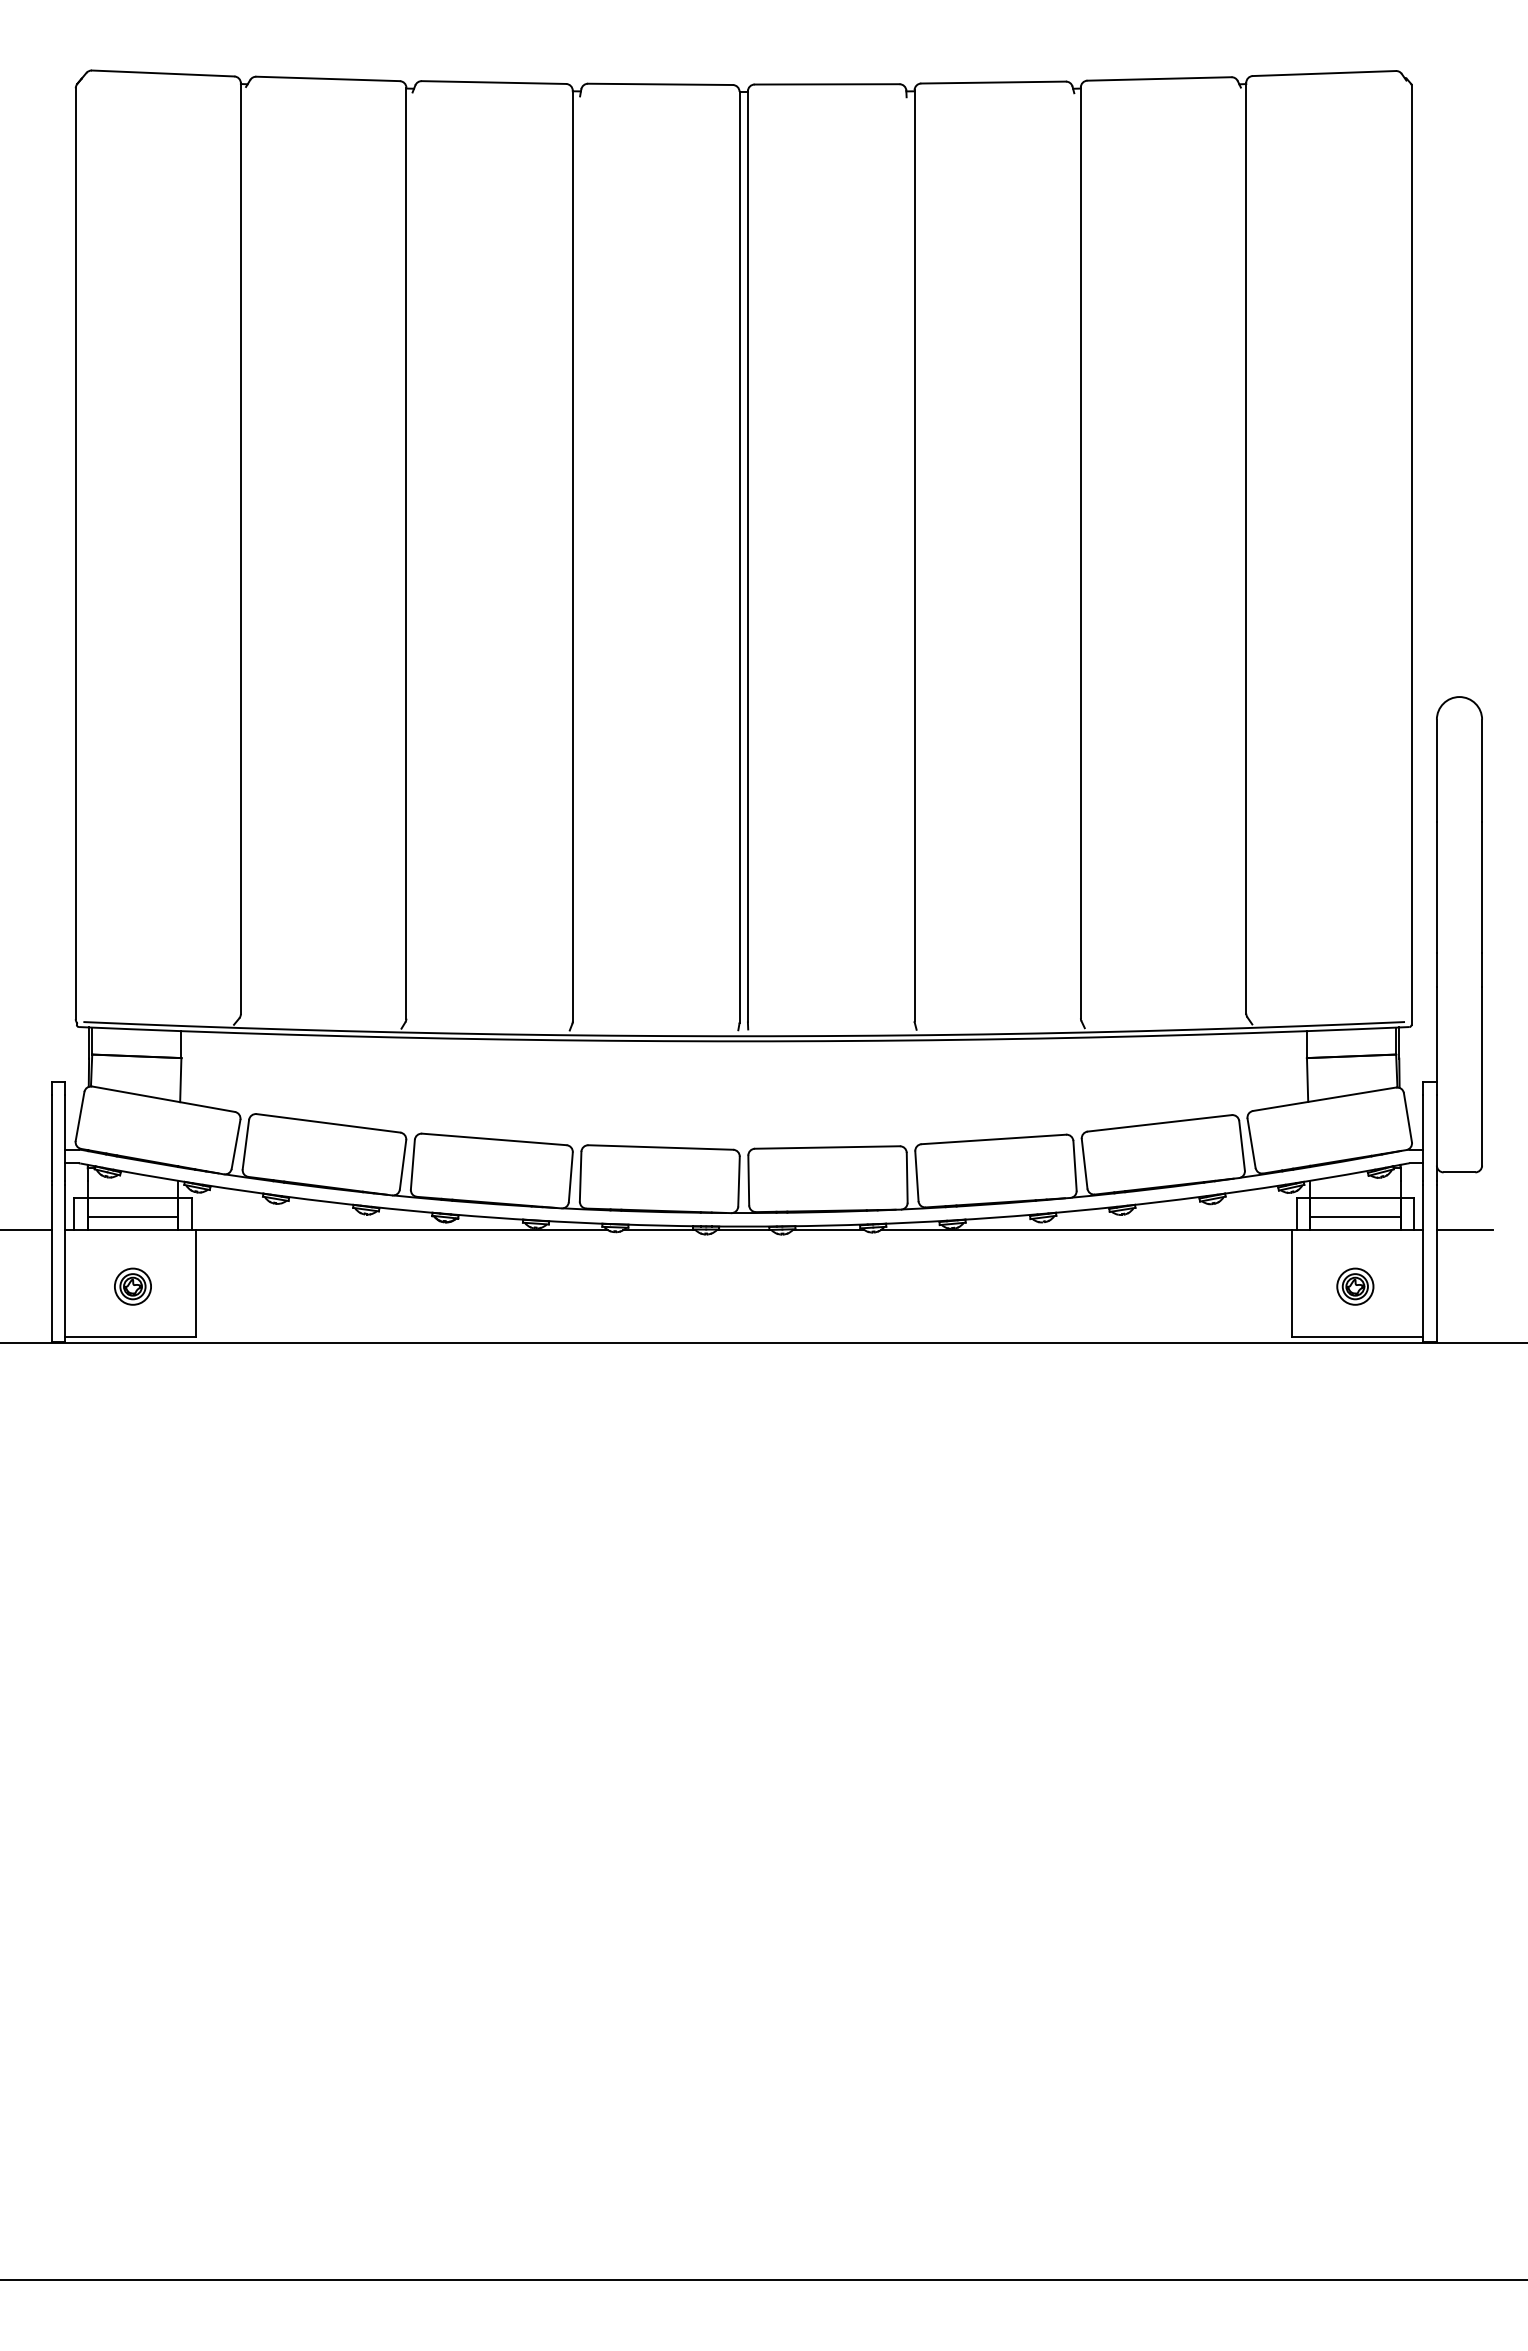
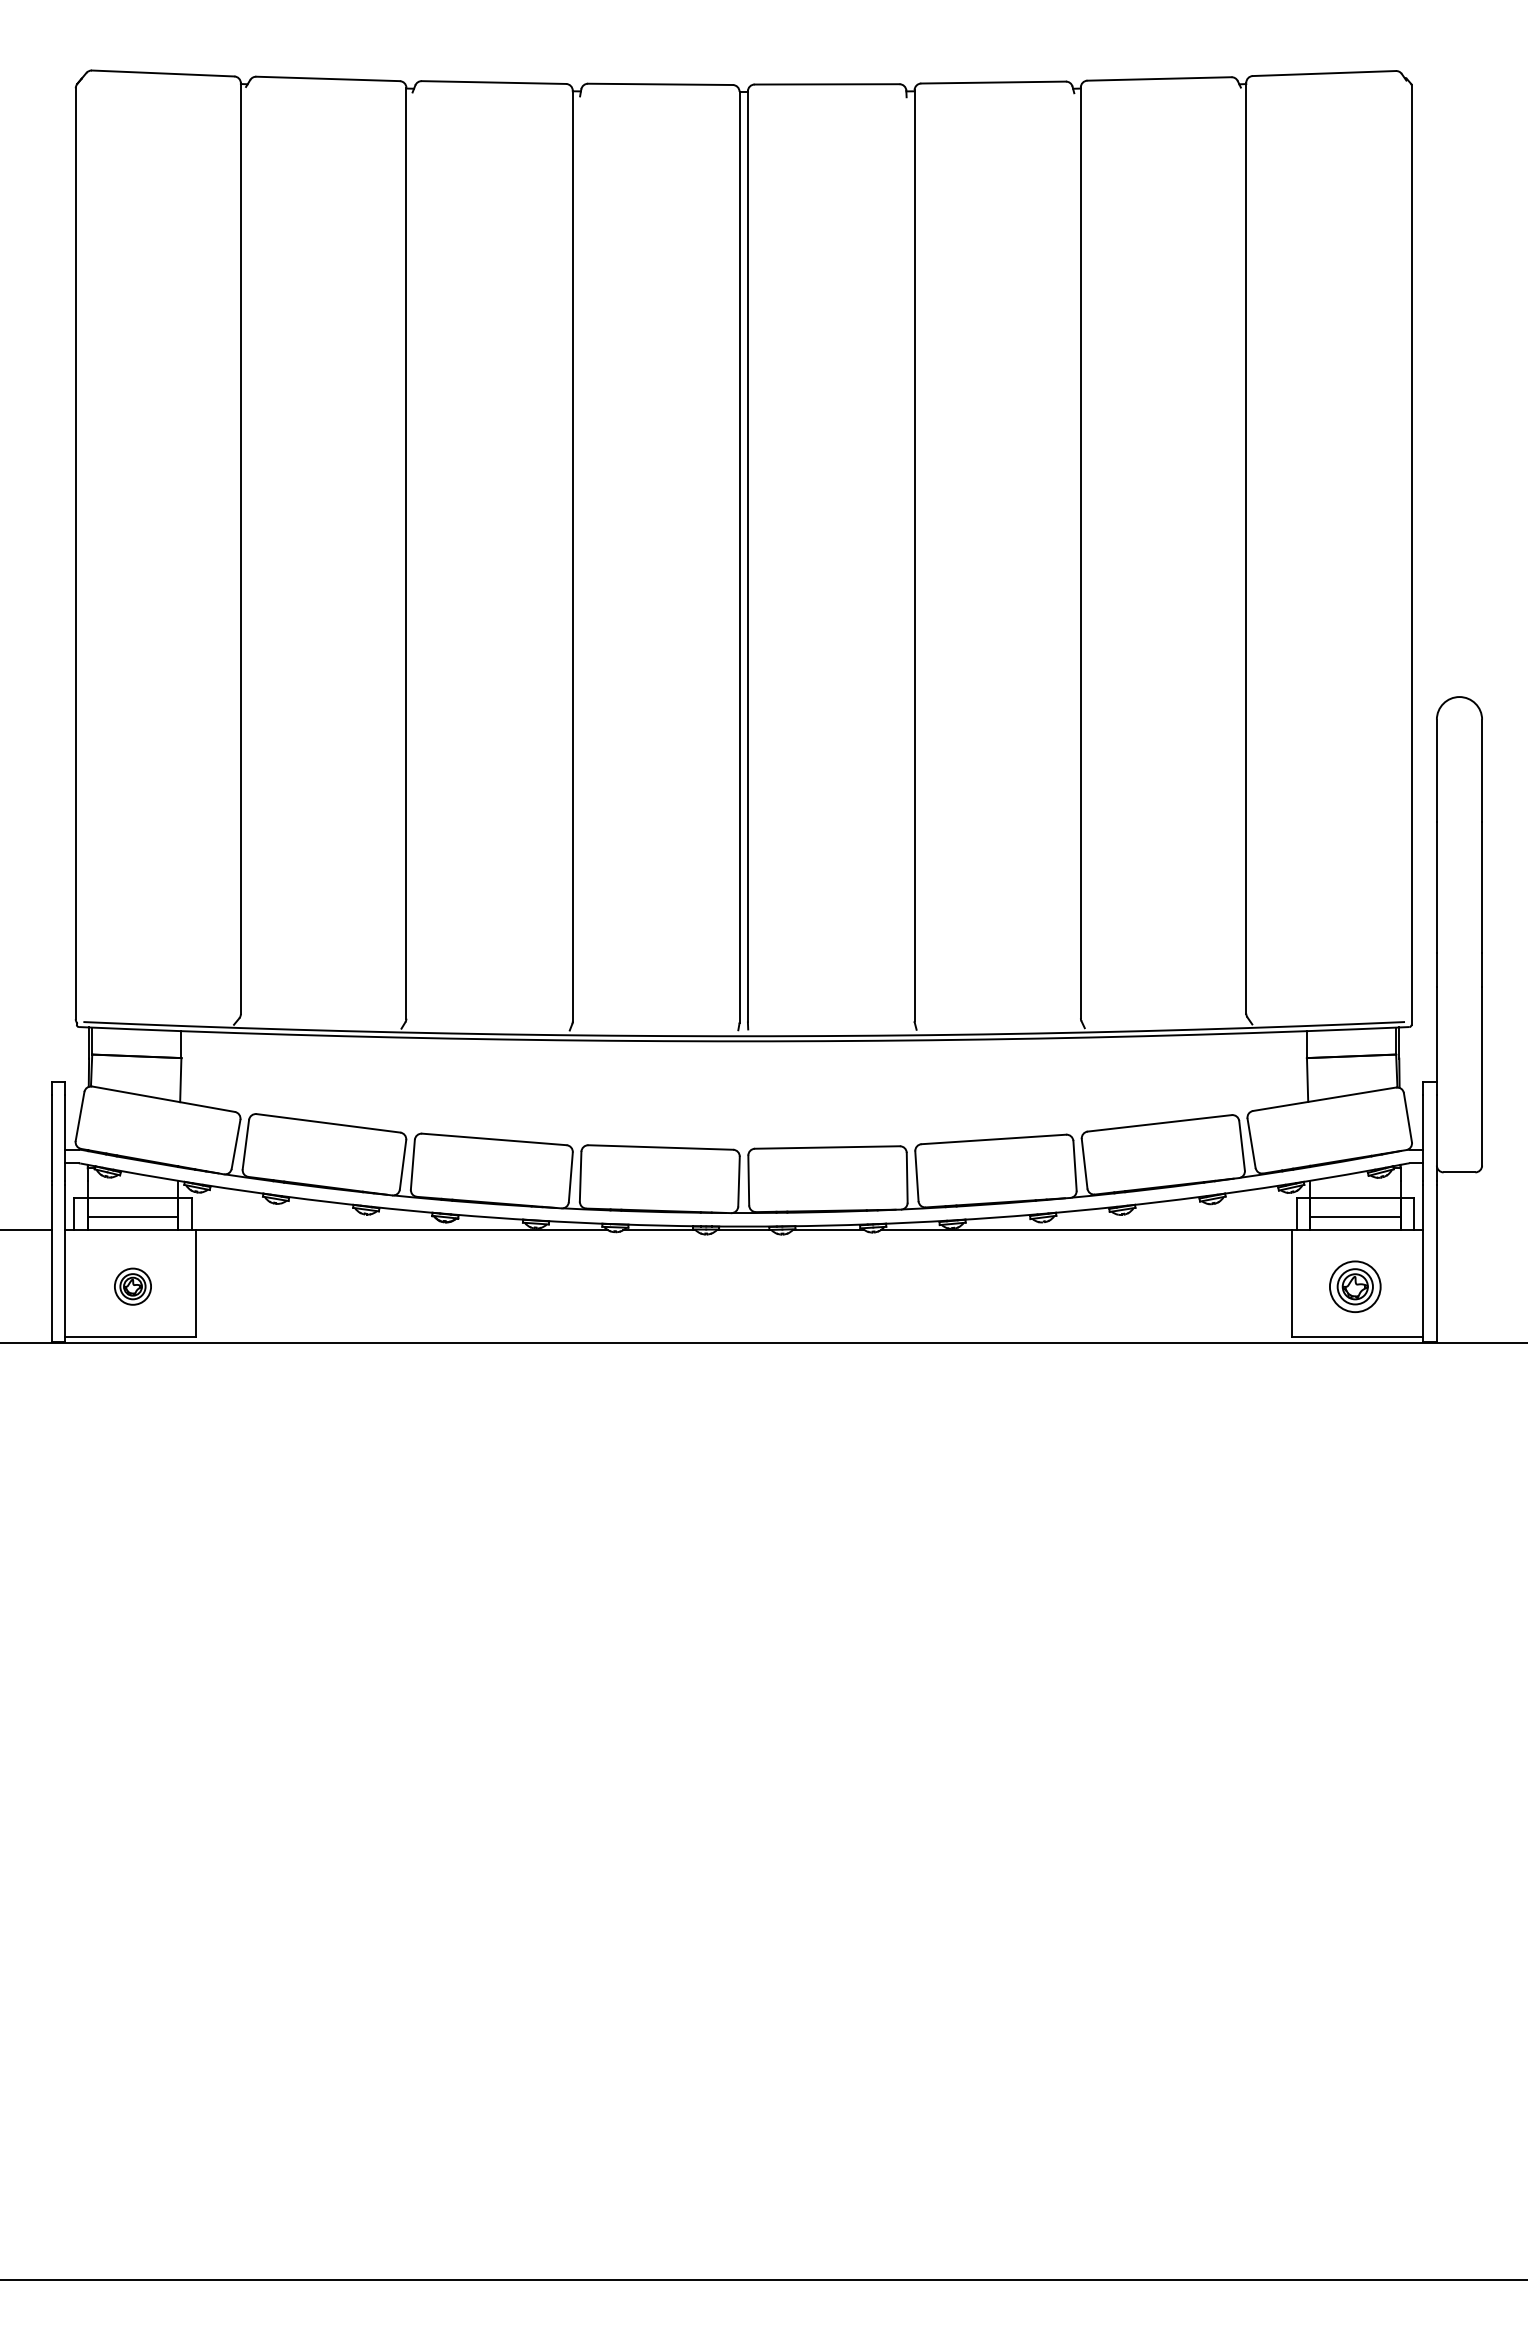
line at (1464, 1230): present -> none
part at (1355, 1286) size: 39x39 px -> 53x53 px
